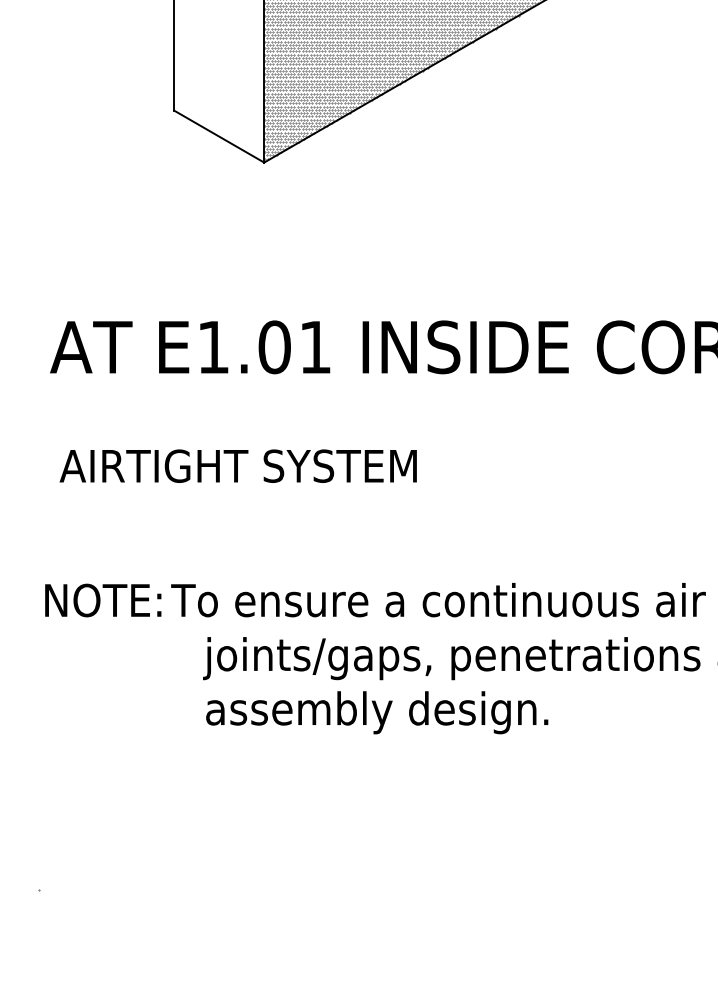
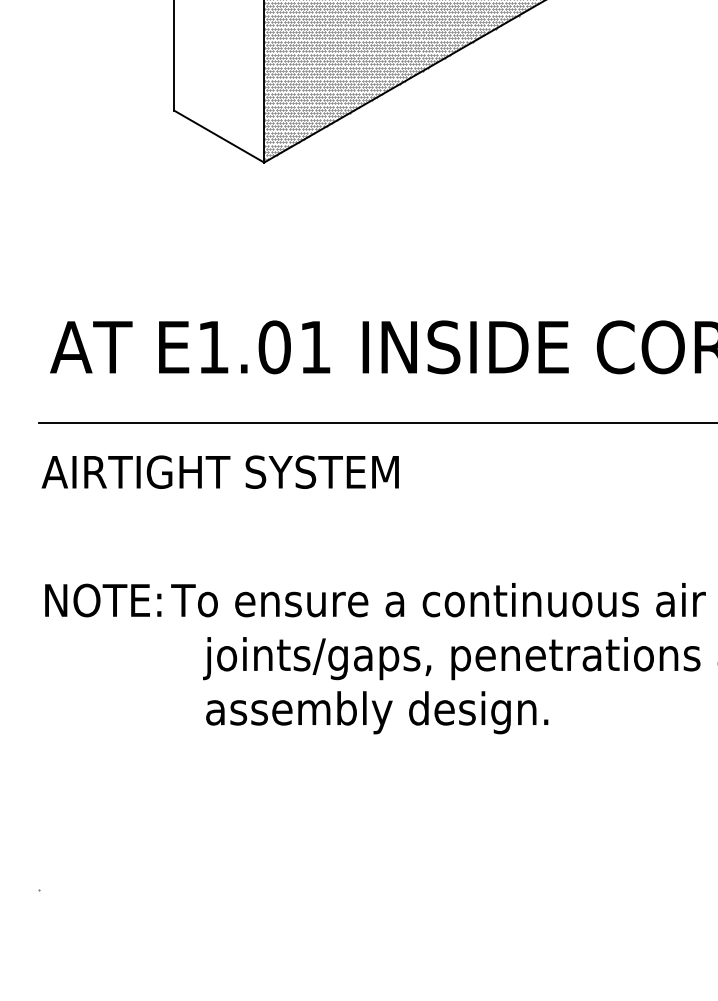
line at (376, 422): none -> present
text at (237, 465) position: (237, 465) -> (219, 471)
